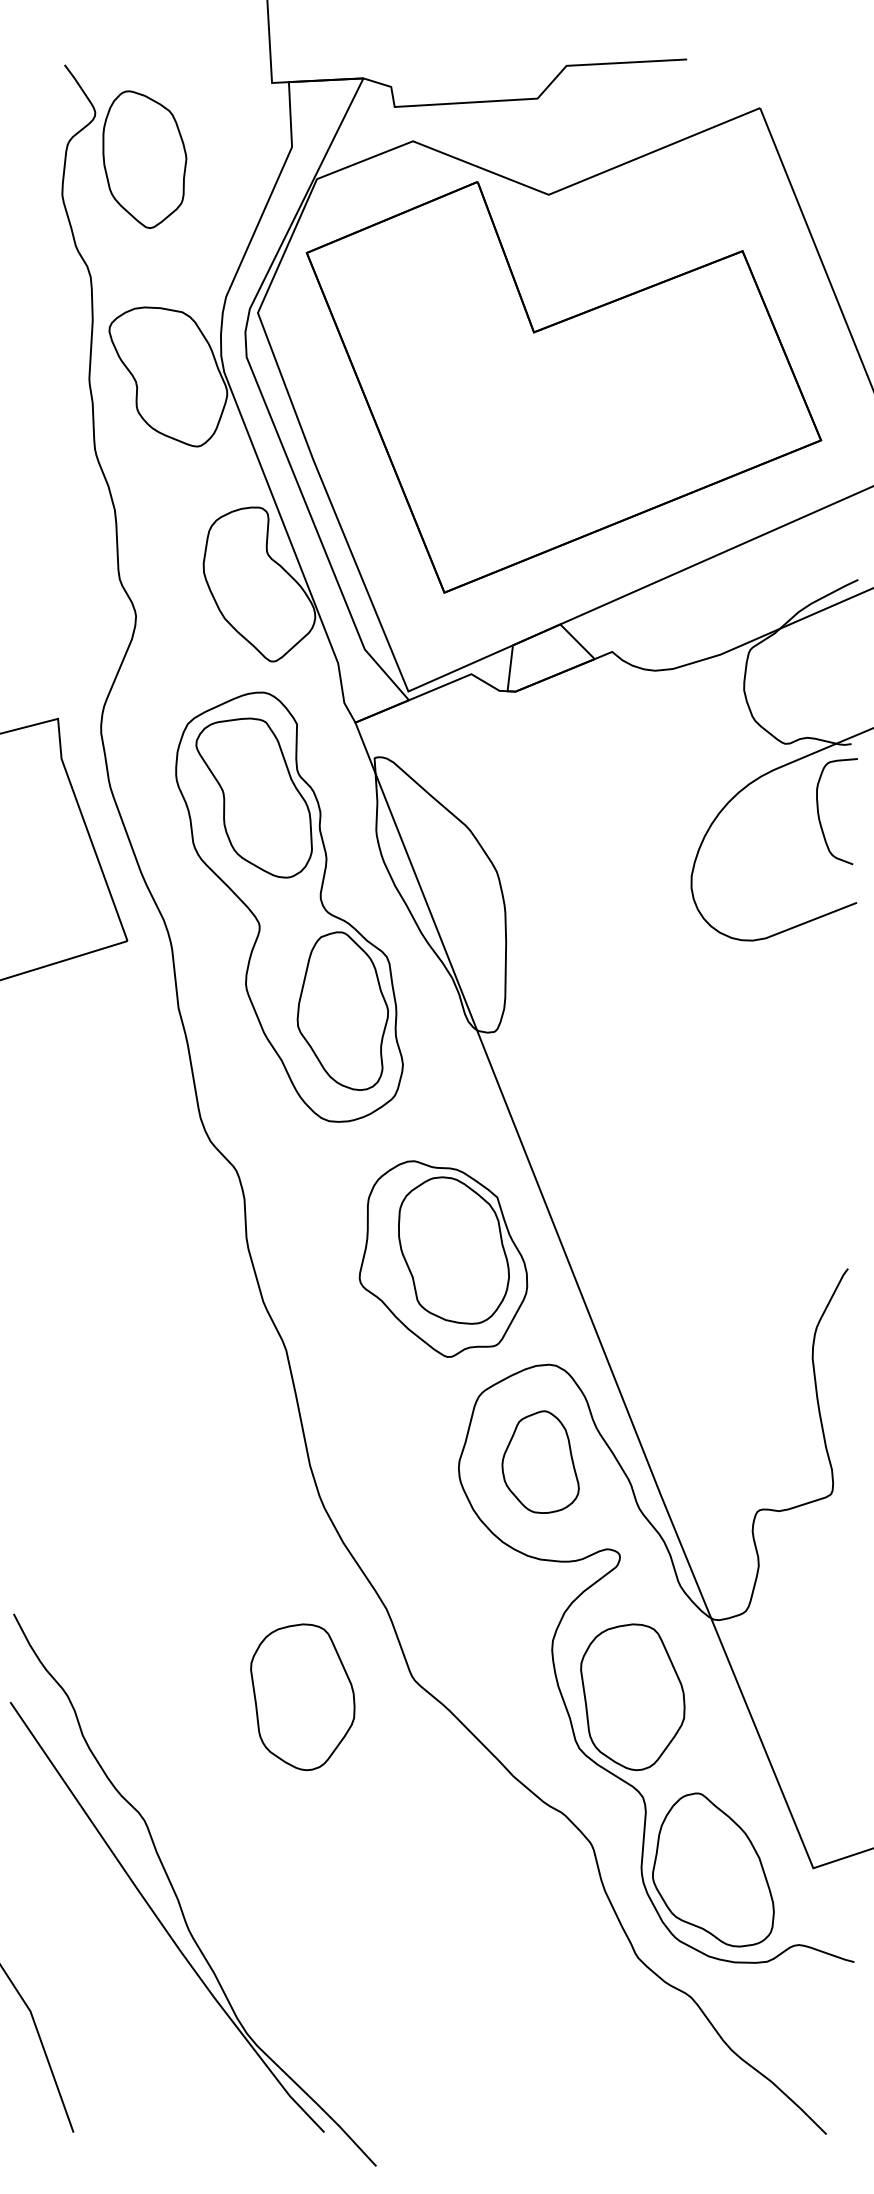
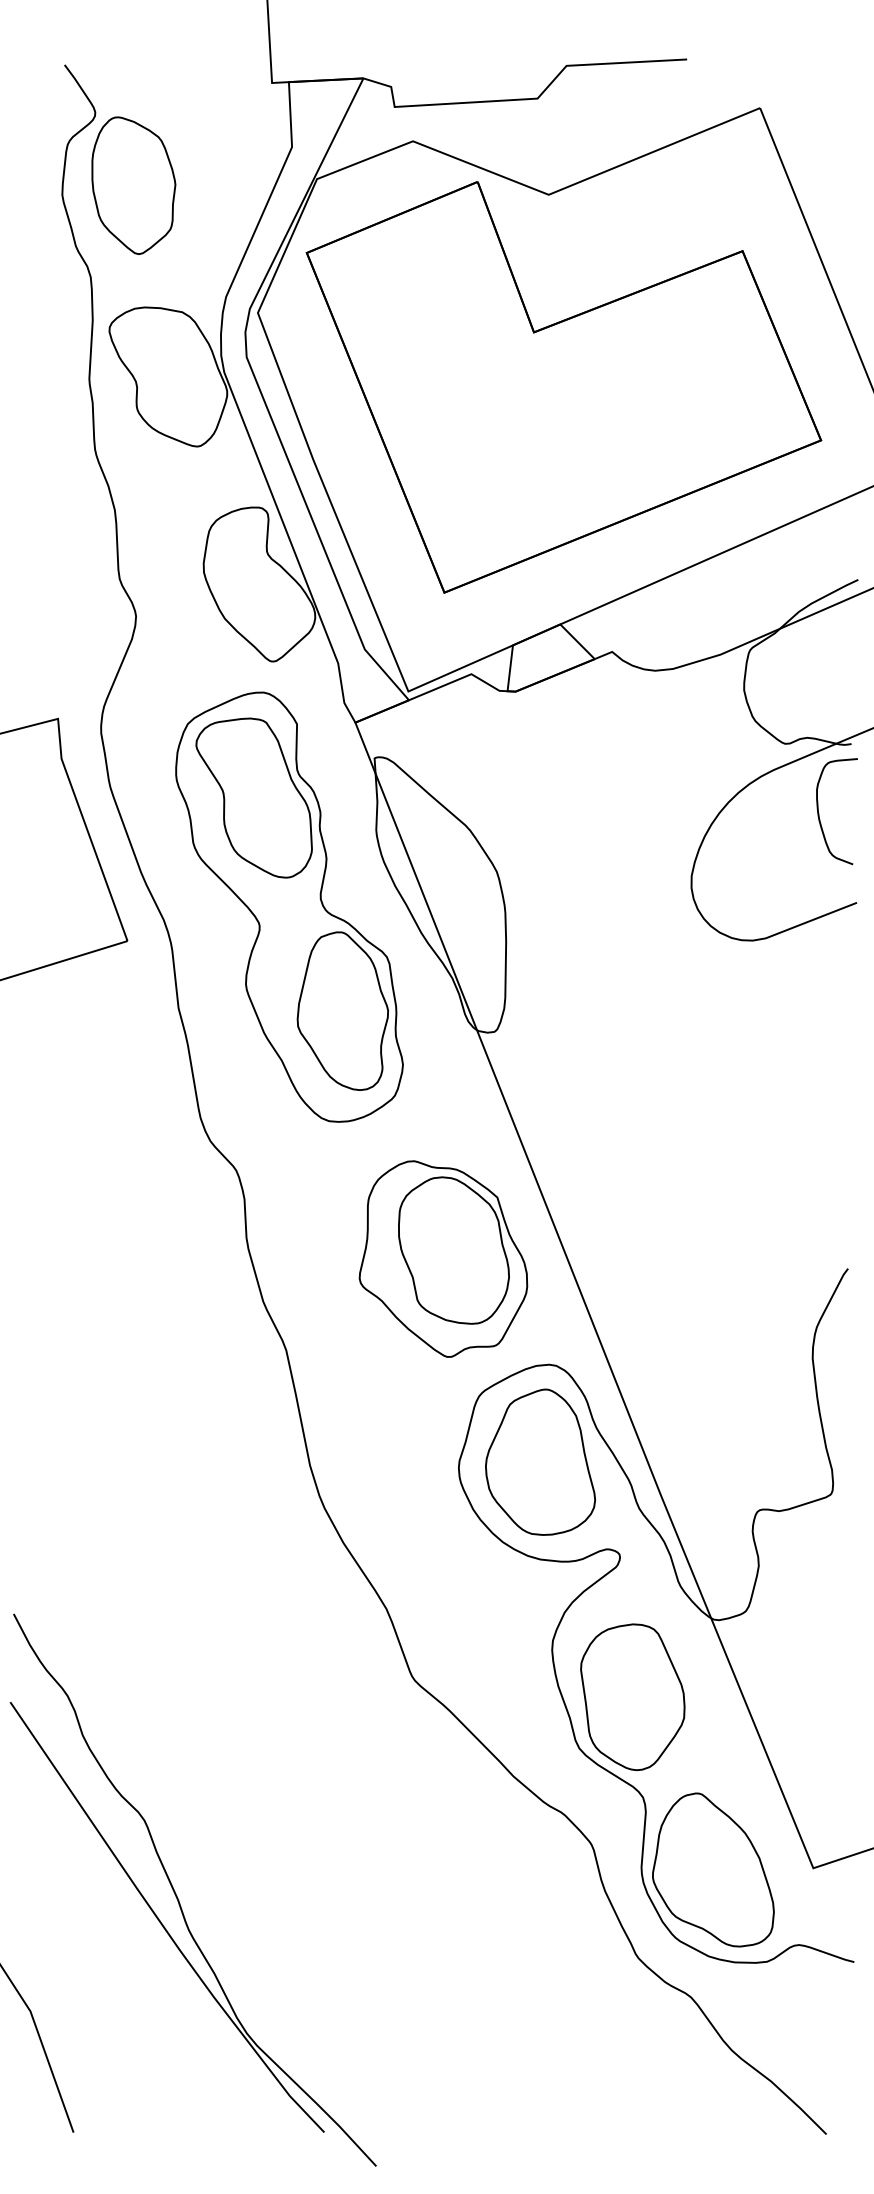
part at (144, 159) position: (144, 159) -> (133, 185)
part at (540, 1461) size: 79x104 px -> 112x148 px
part at (302, 1697): present -> none
